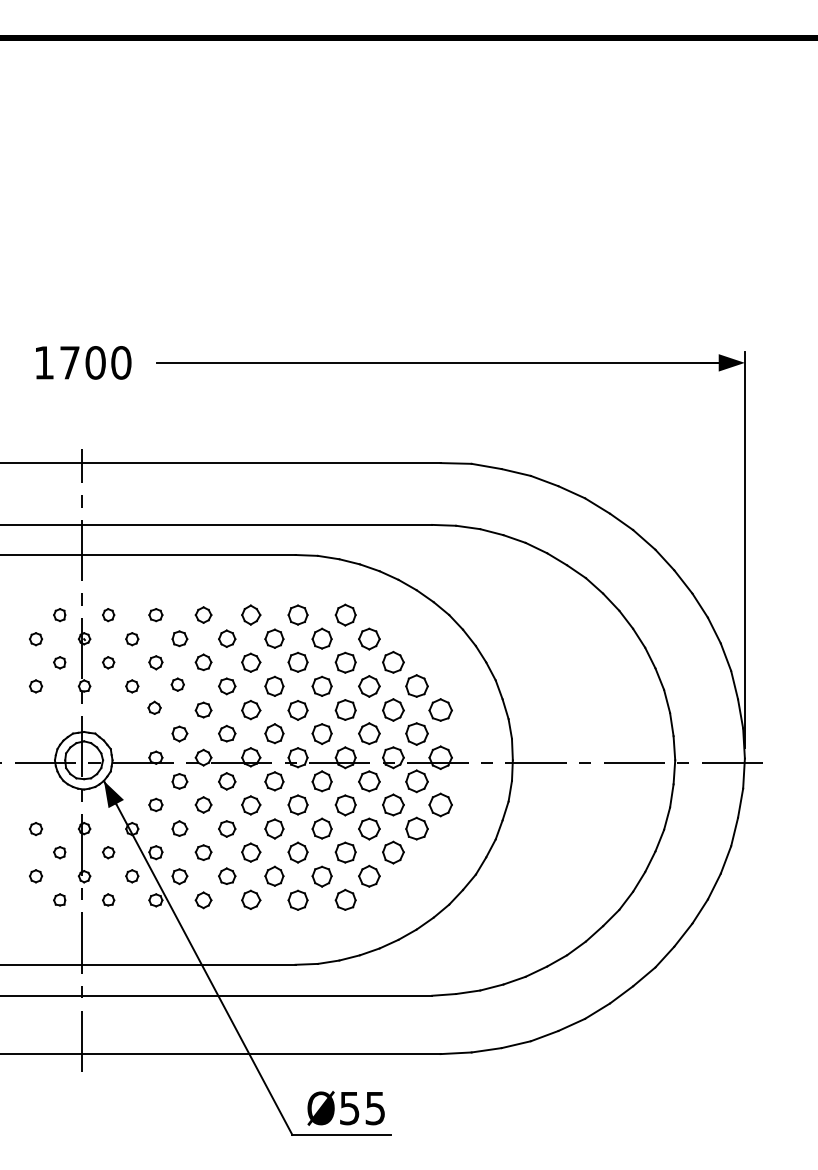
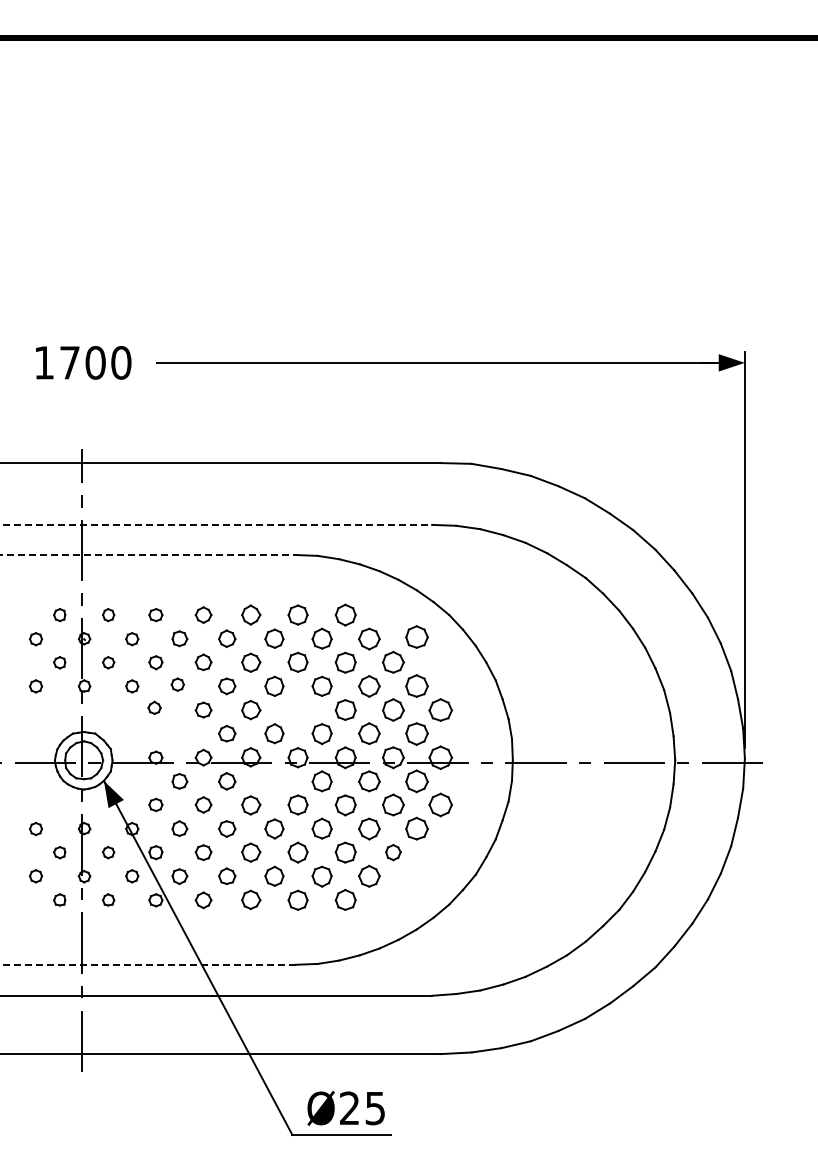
line at (216, 524): solid -> dashed
line at (147, 555): solid -> dashed
part at (416, 636): none -> present
part at (297, 710): present -> none
part at (179, 733): present -> none
part at (274, 781): present -> none
part at (393, 852) size: 23x25 px -> 17x18 px
line at (147, 964): solid -> dashed
text at (349, 1108): Ø55 -> Ø25
